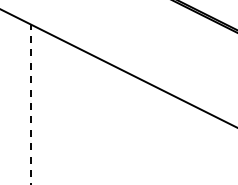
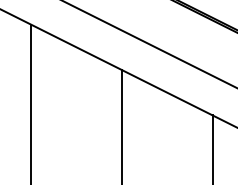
line at (149, 44): none -> present
line at (31, 104): dashed -> solid
line at (121, 125): none -> present
line at (212, 148): none -> present
